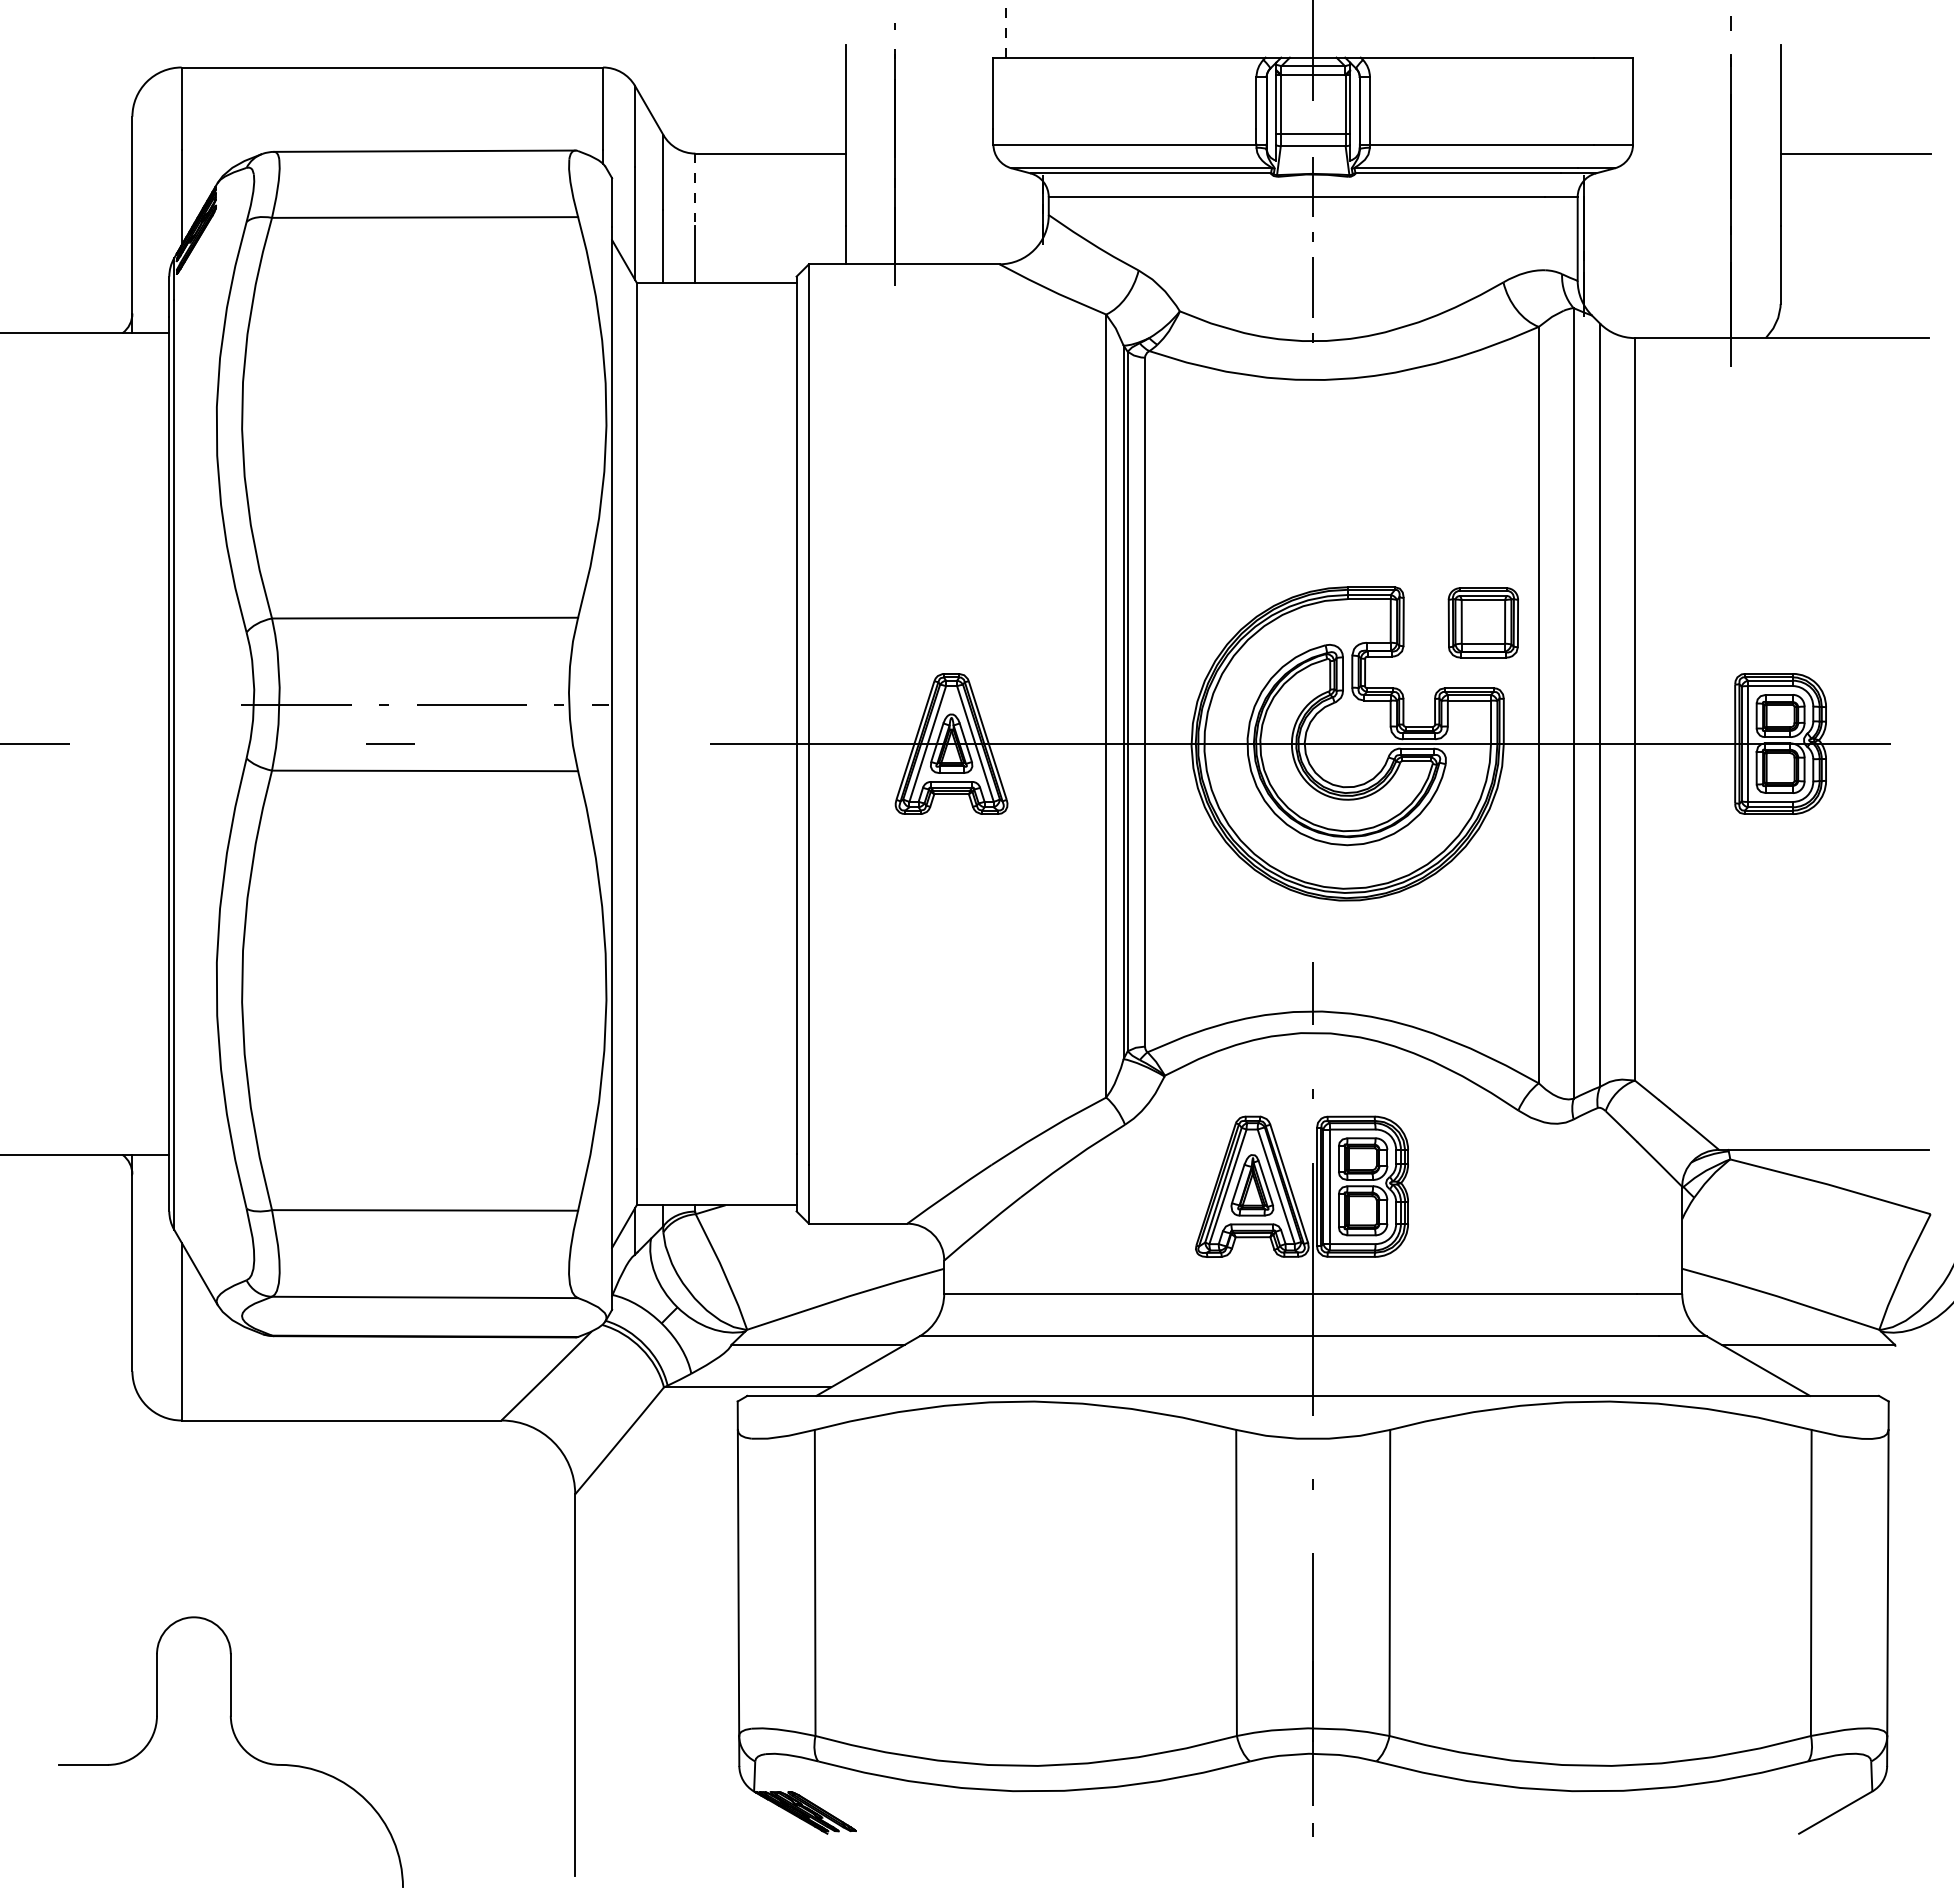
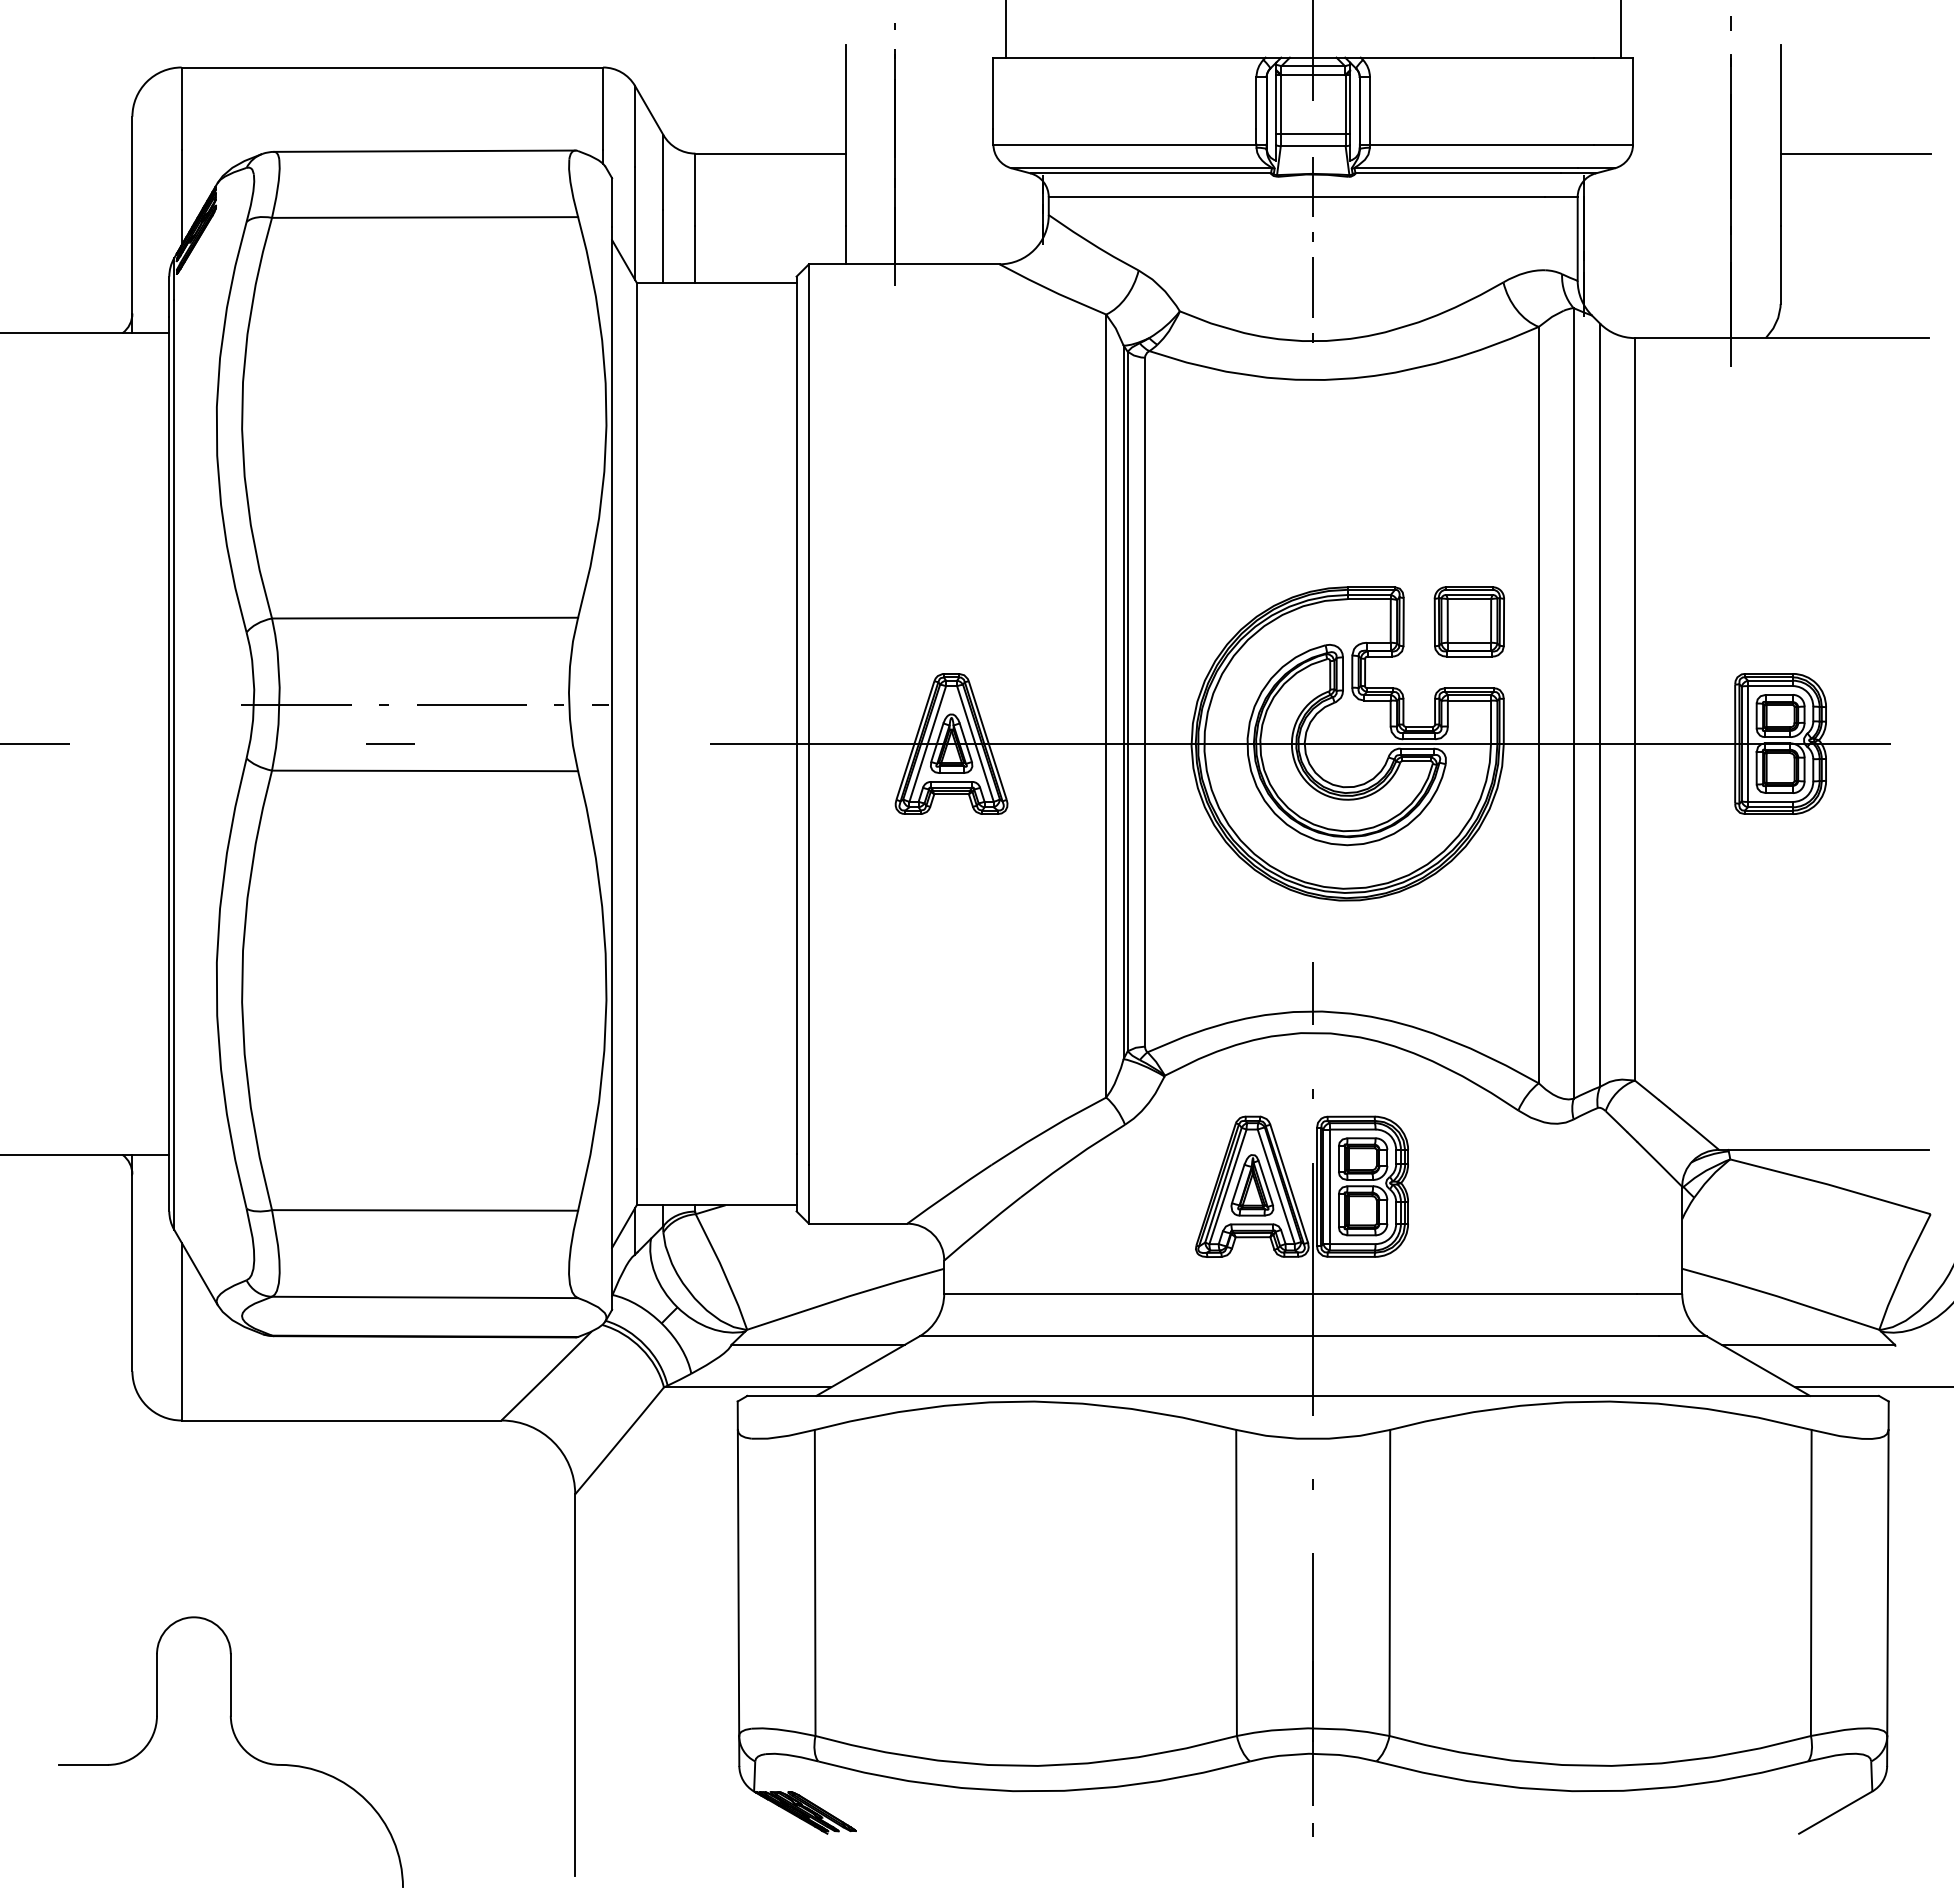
line at (1005, 28): dashed -> solid
line at (1620, 29): none -> present
line at (695, 190): dashed -> solid
part at (1482, 622) position: (1482, 622) -> (1468, 621)
line at (1872, 1387): none -> present
